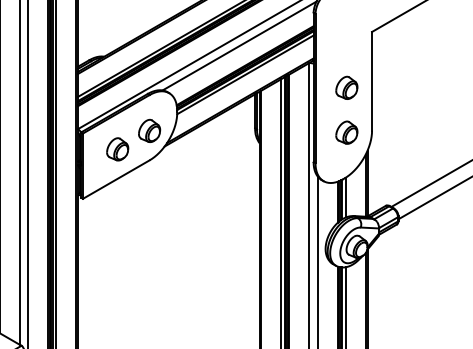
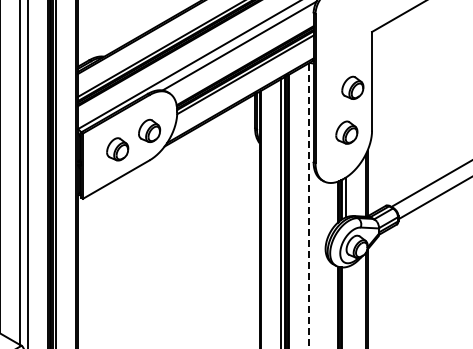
part at (346, 87) position: (346, 87) -> (352, 87)
line at (309, 206): solid -> dashed
line at (318, 260): present -> none
line at (345, 306): present -> none
